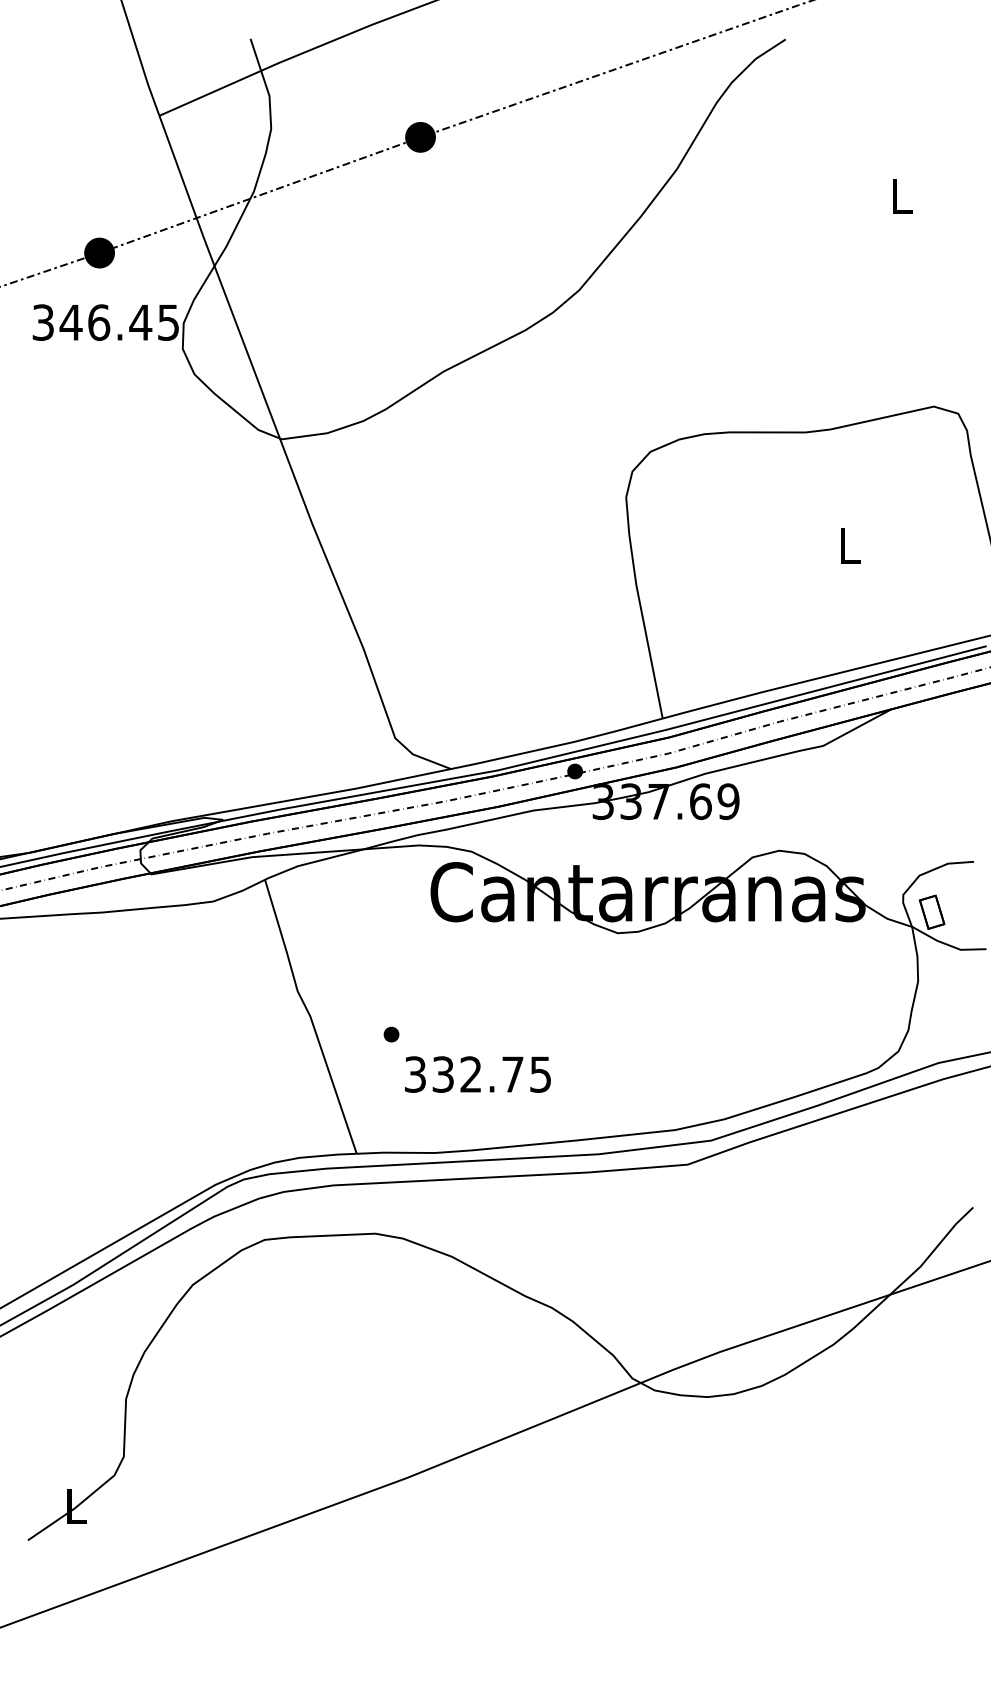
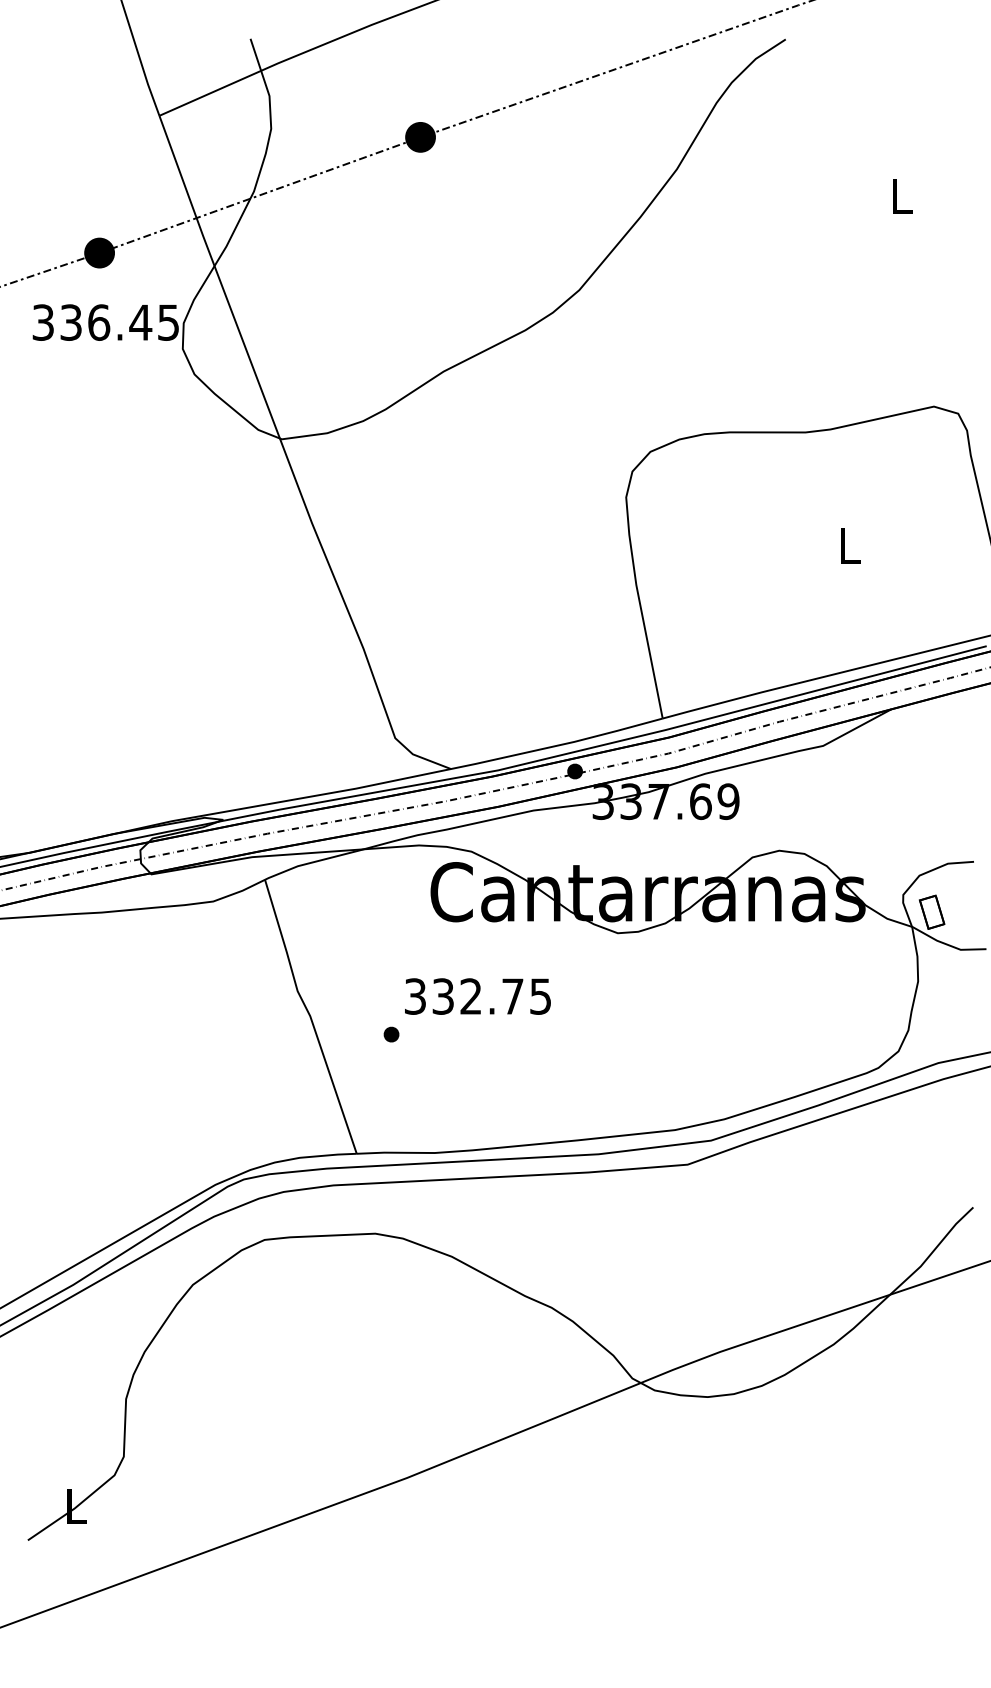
text at (70, 322): 346.45 -> 336.45
text at (477, 1074) position: (477, 1074) -> (477, 996)
